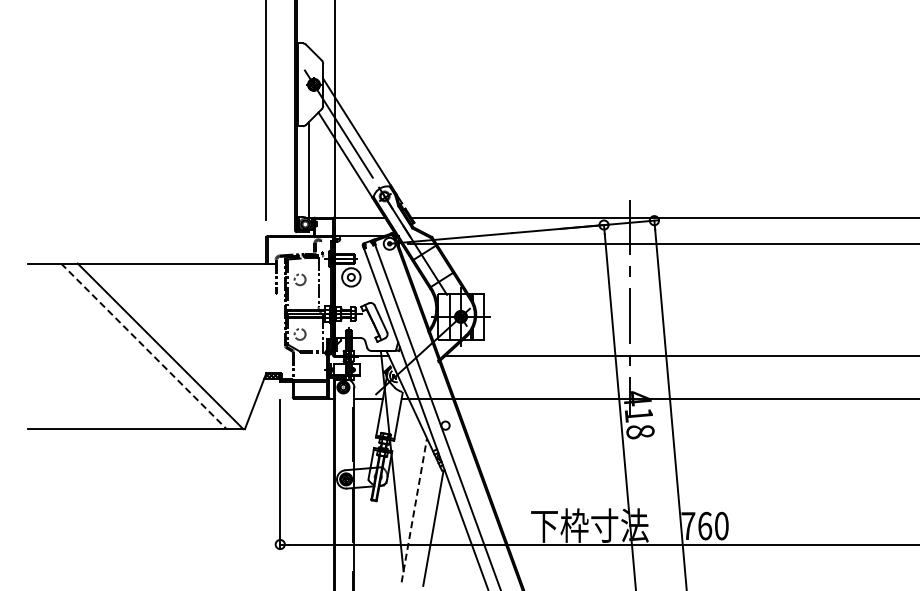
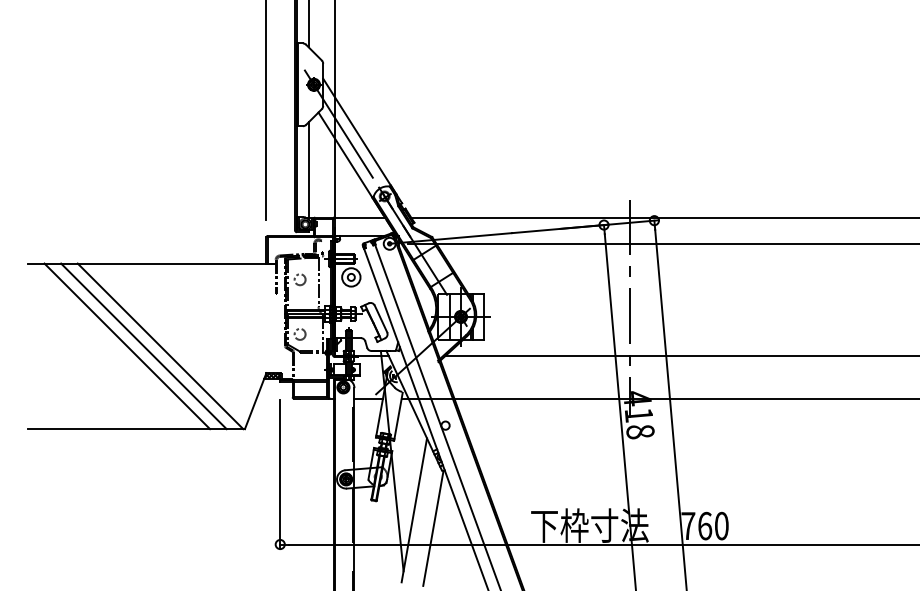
line at (308, 24): none -> present
line at (127, 346): none -> present
line at (144, 346): dashed -> solid
line at (414, 509): dashed -> solid
